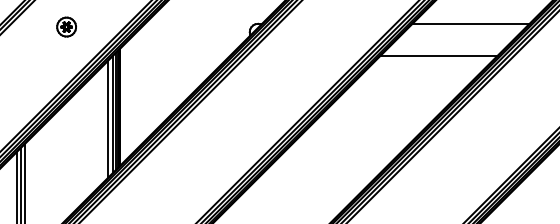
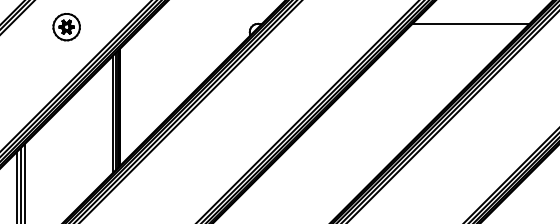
part at (66, 26) size: 21x22 px -> 29x29 px
line at (438, 55): present -> none
line at (107, 118): present -> none
